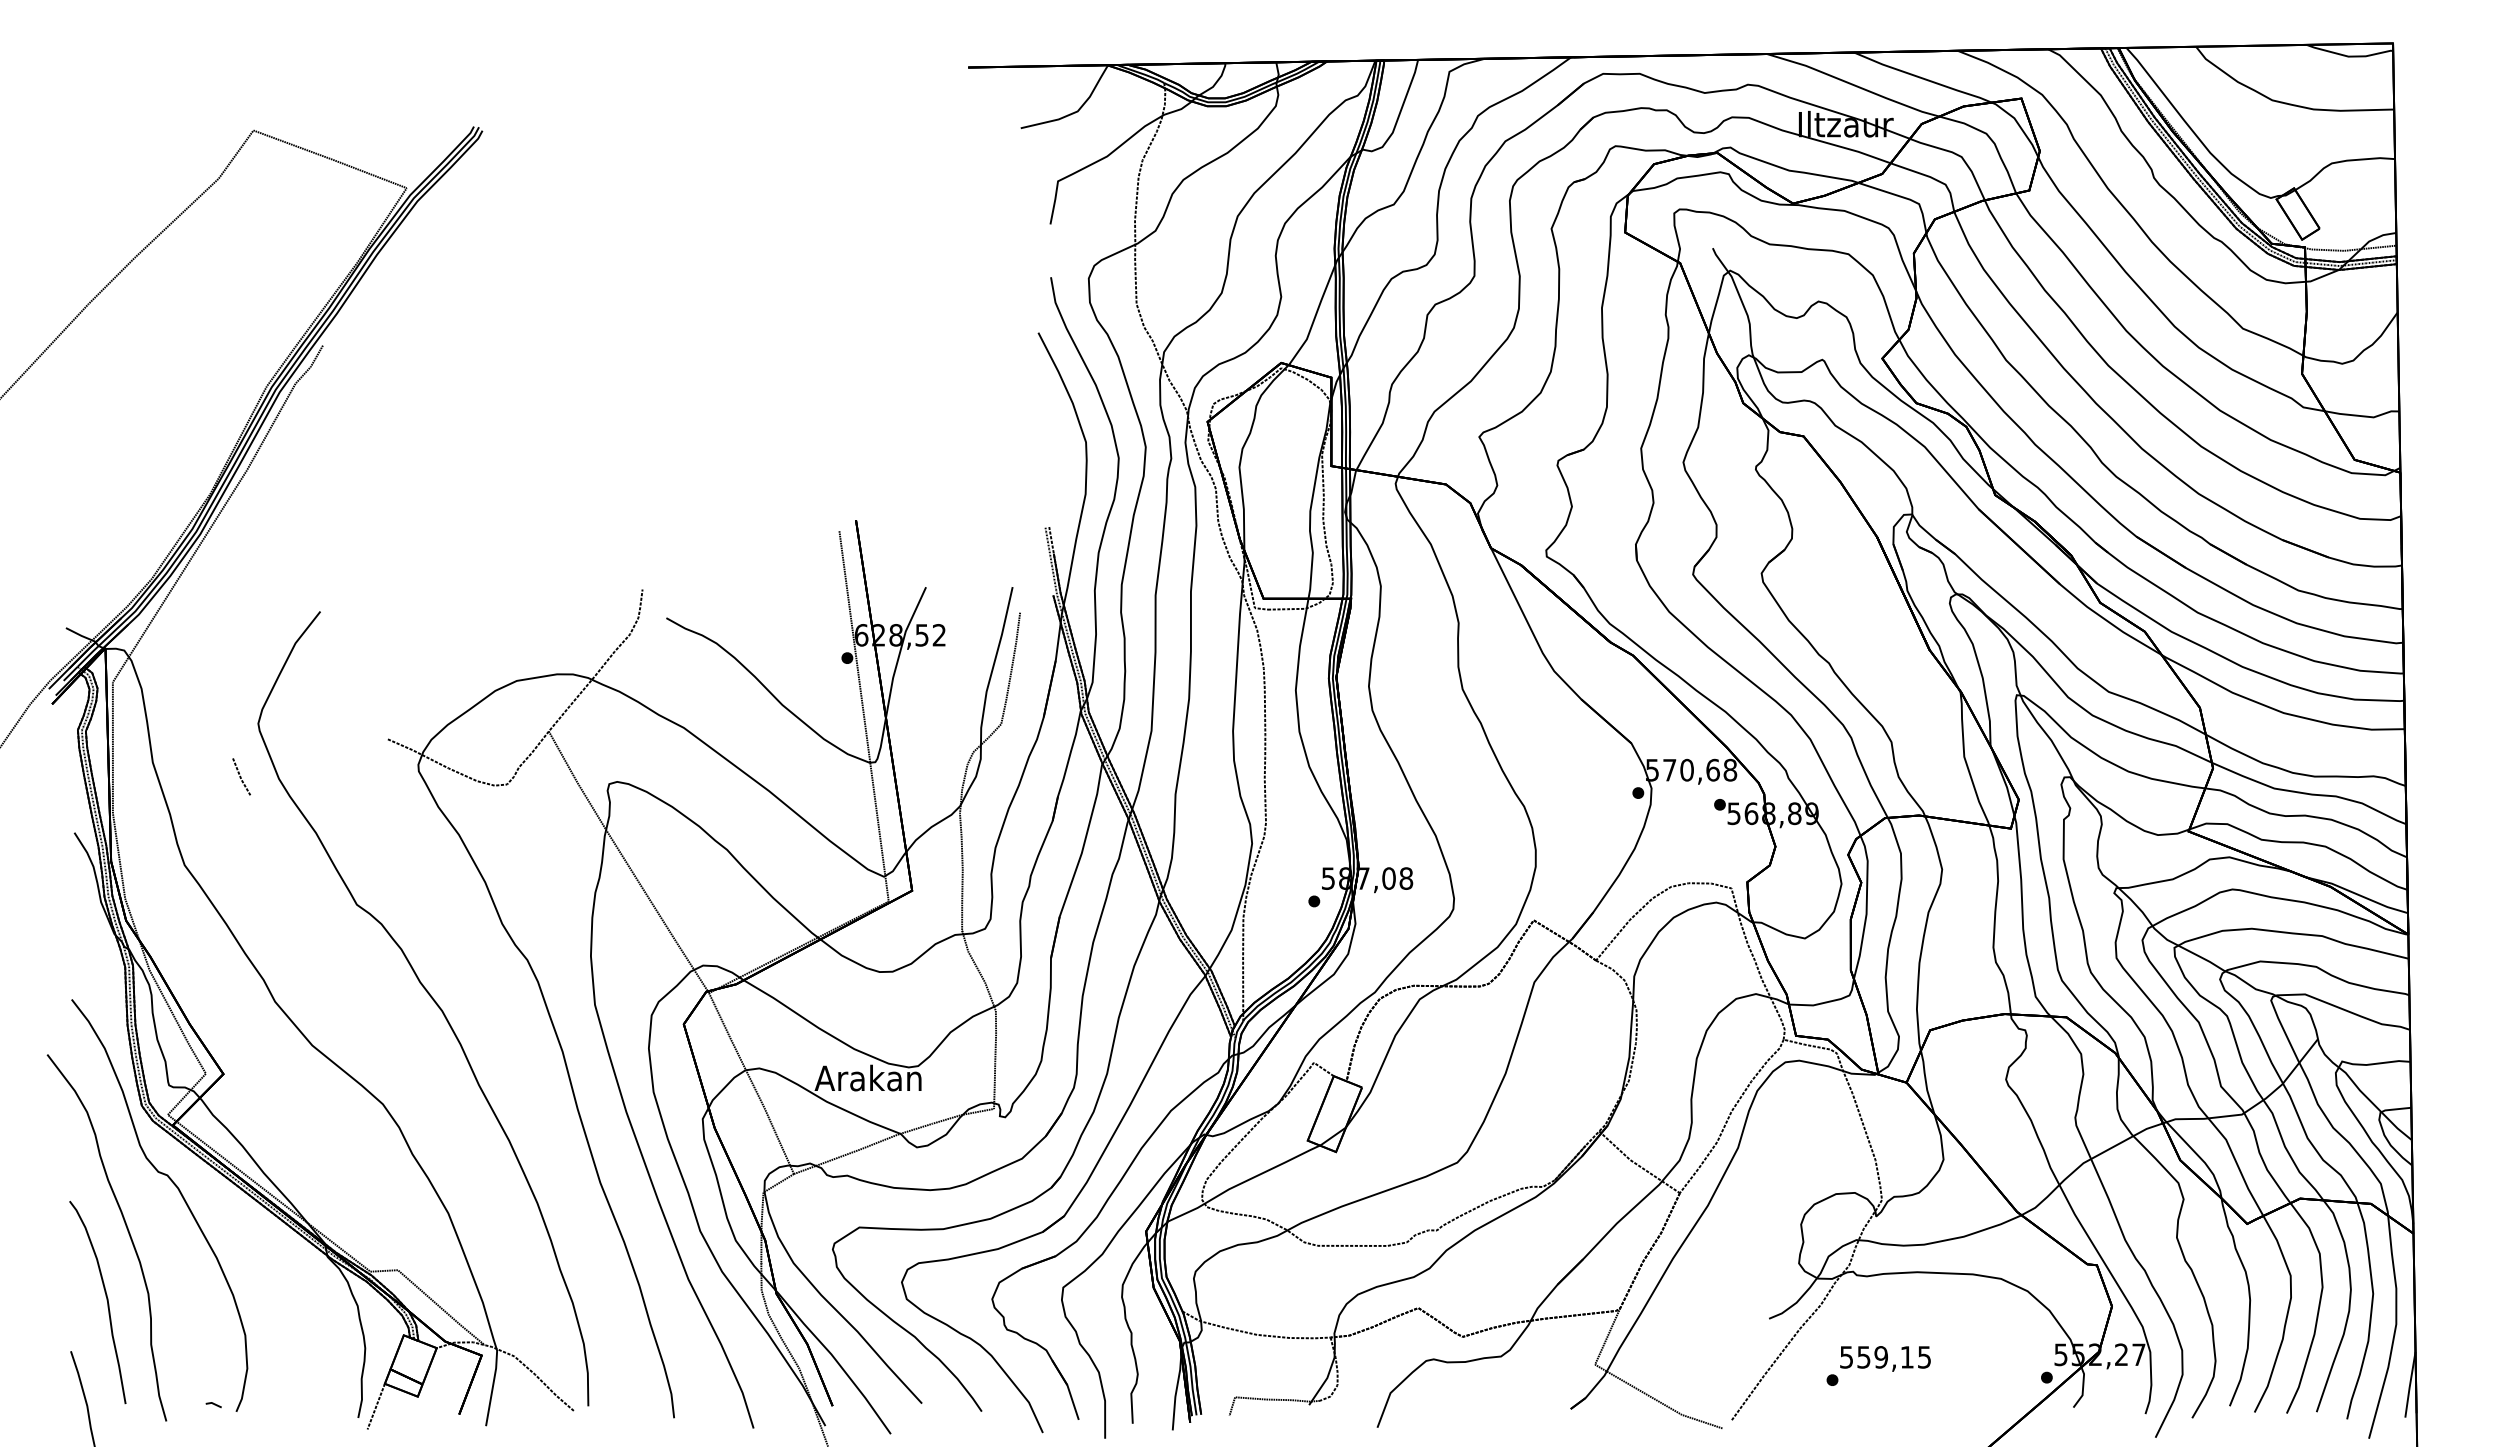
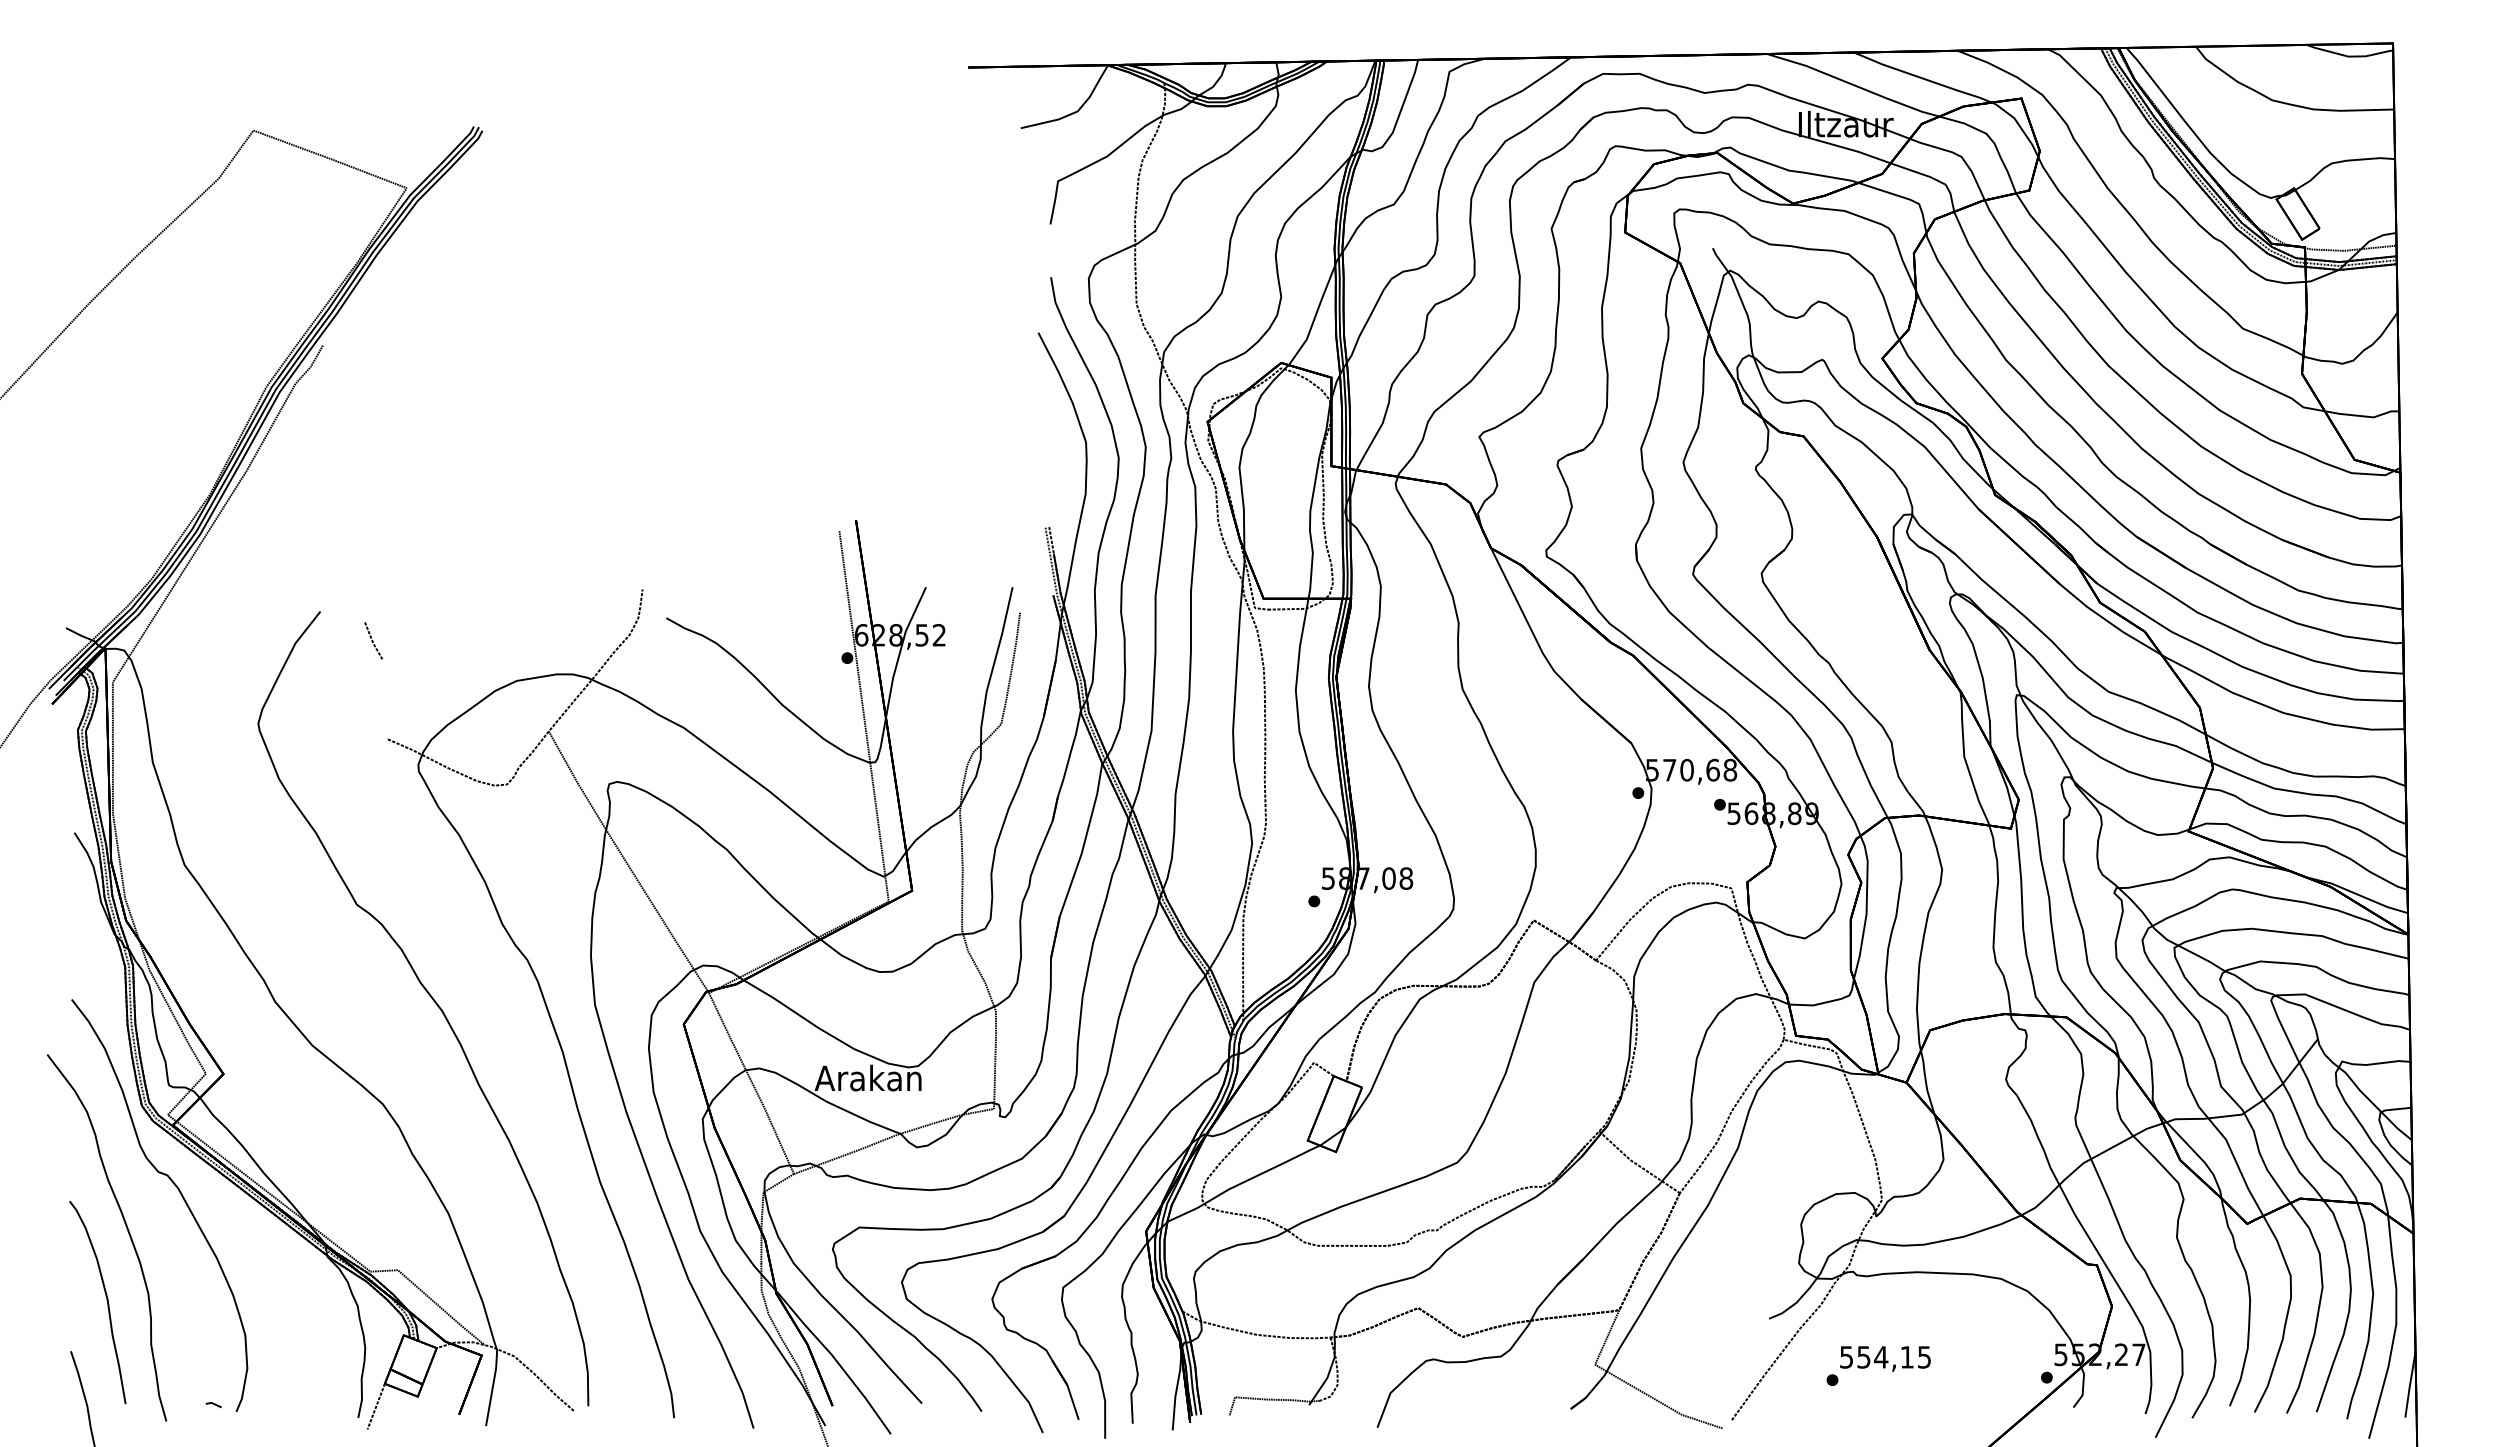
line at (241, 776) position: (241, 776) -> (373, 640)
text at (1881, 1357): 559,15 -> 554,15
